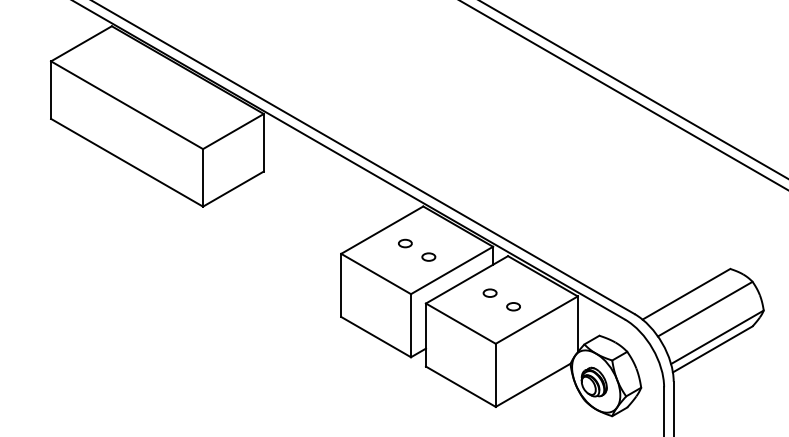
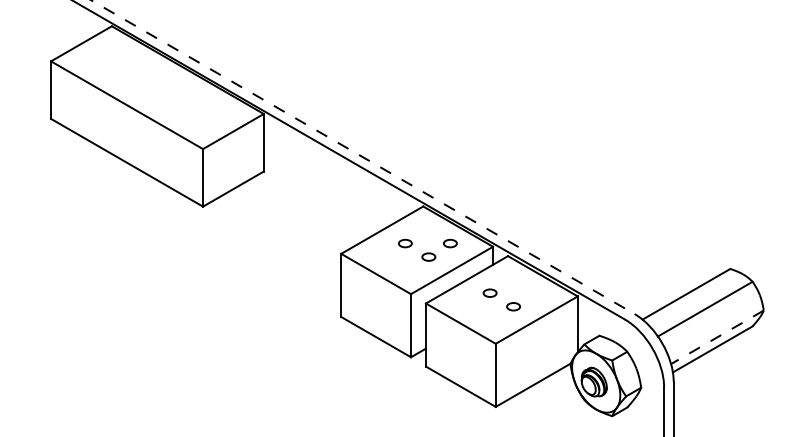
line at (633, 89): present -> none
line at (623, 95): present -> none
line at (362, 157): solid -> dashed
part at (450, 243): none -> present
line at (716, 337): solid -> dashed
